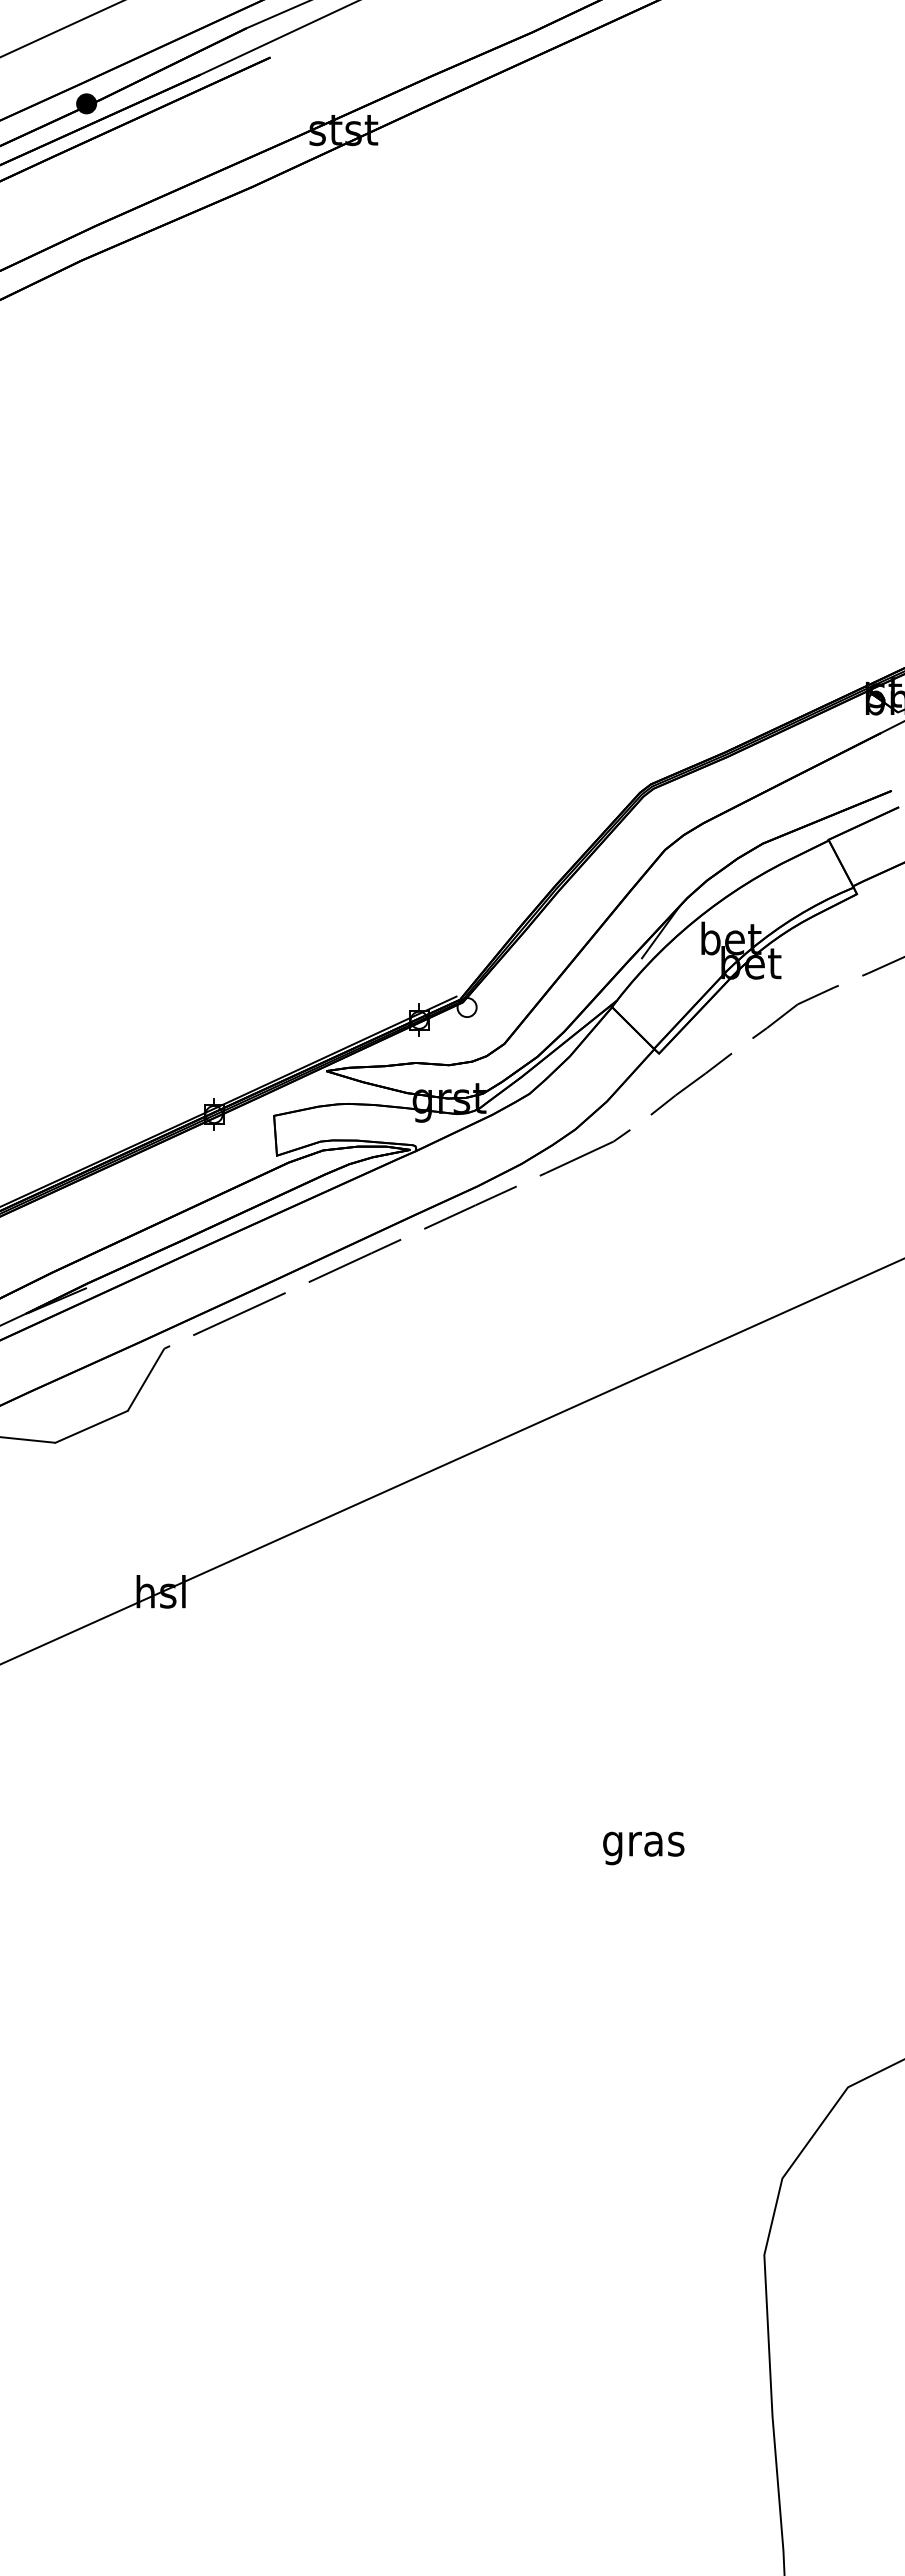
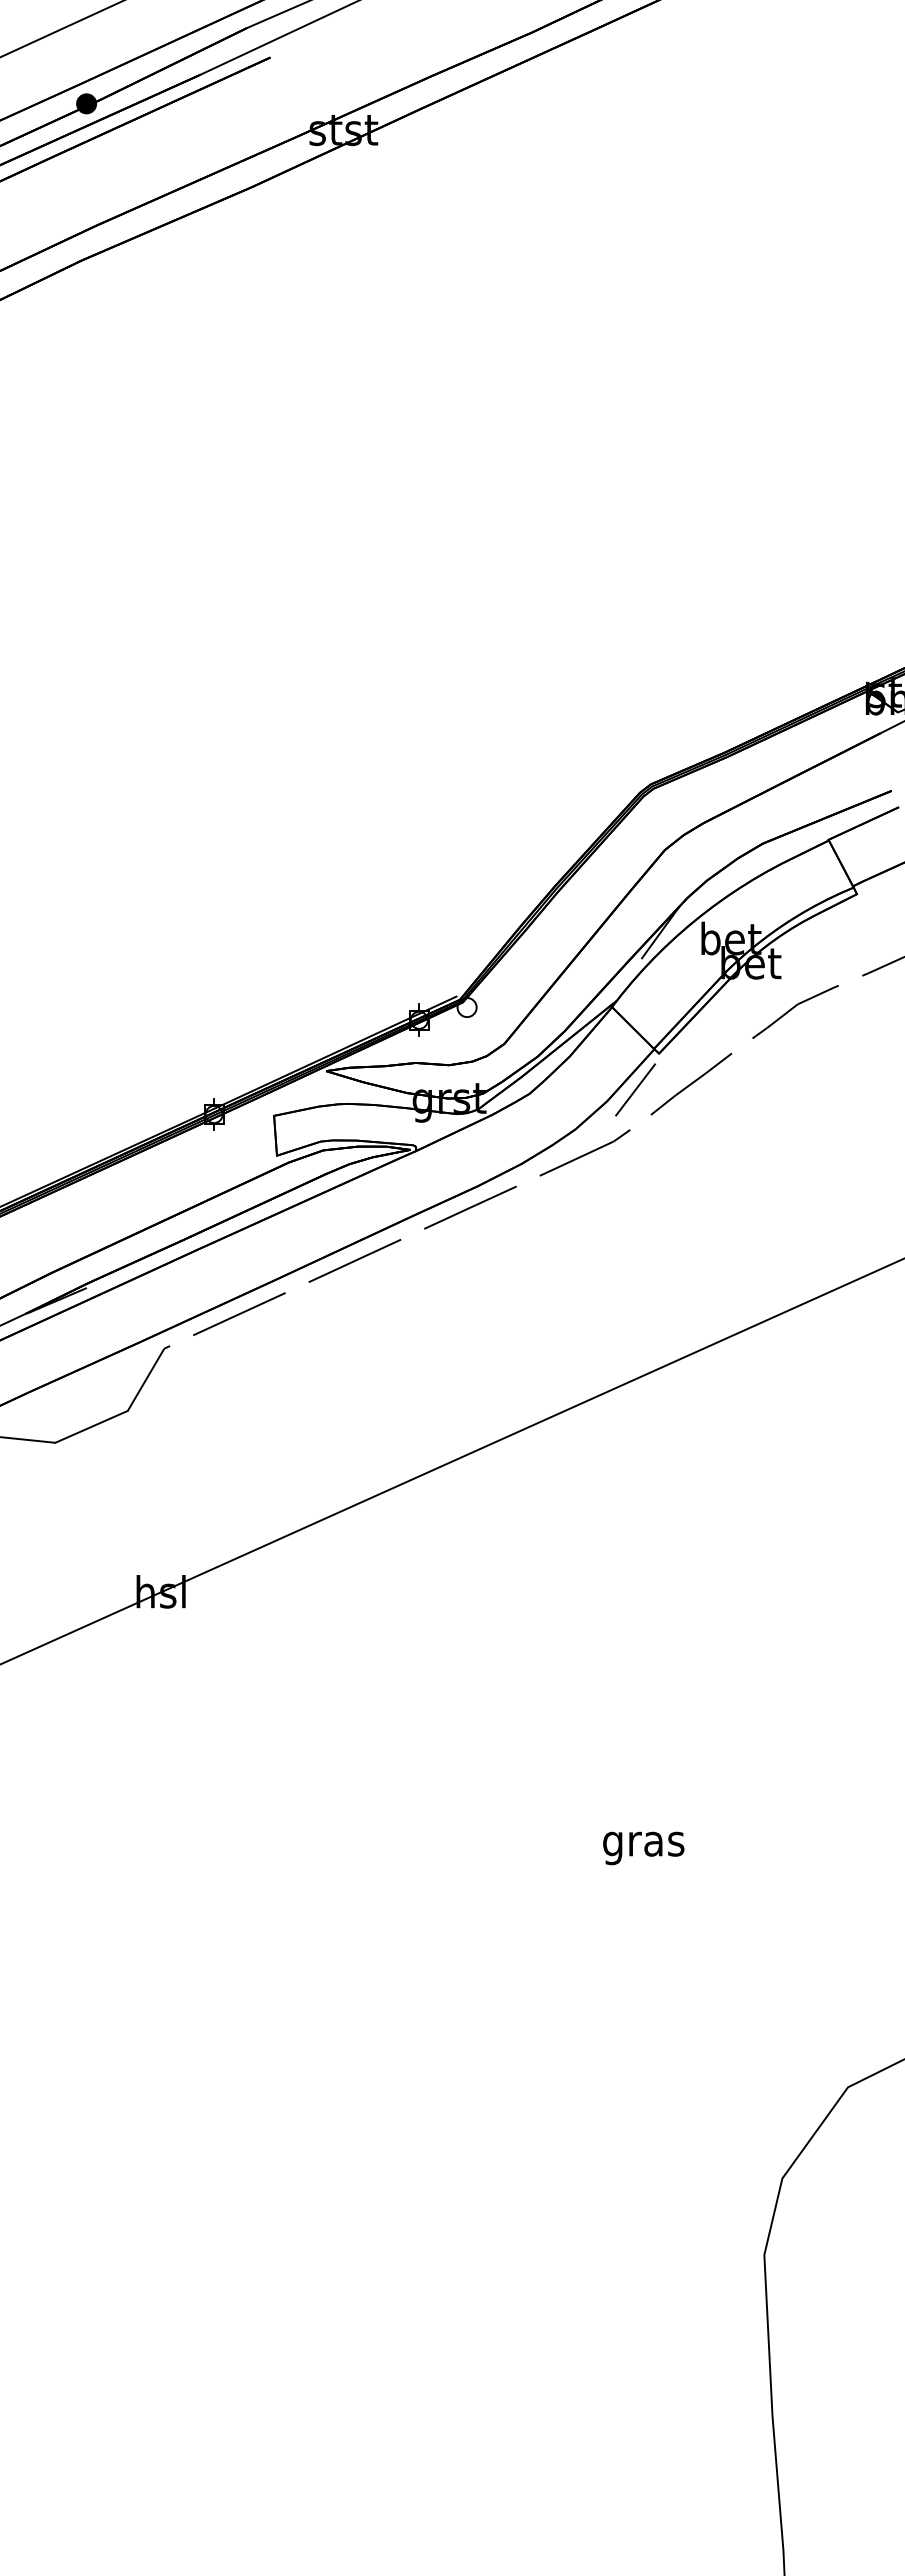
line at (635, 1089): none -> present
